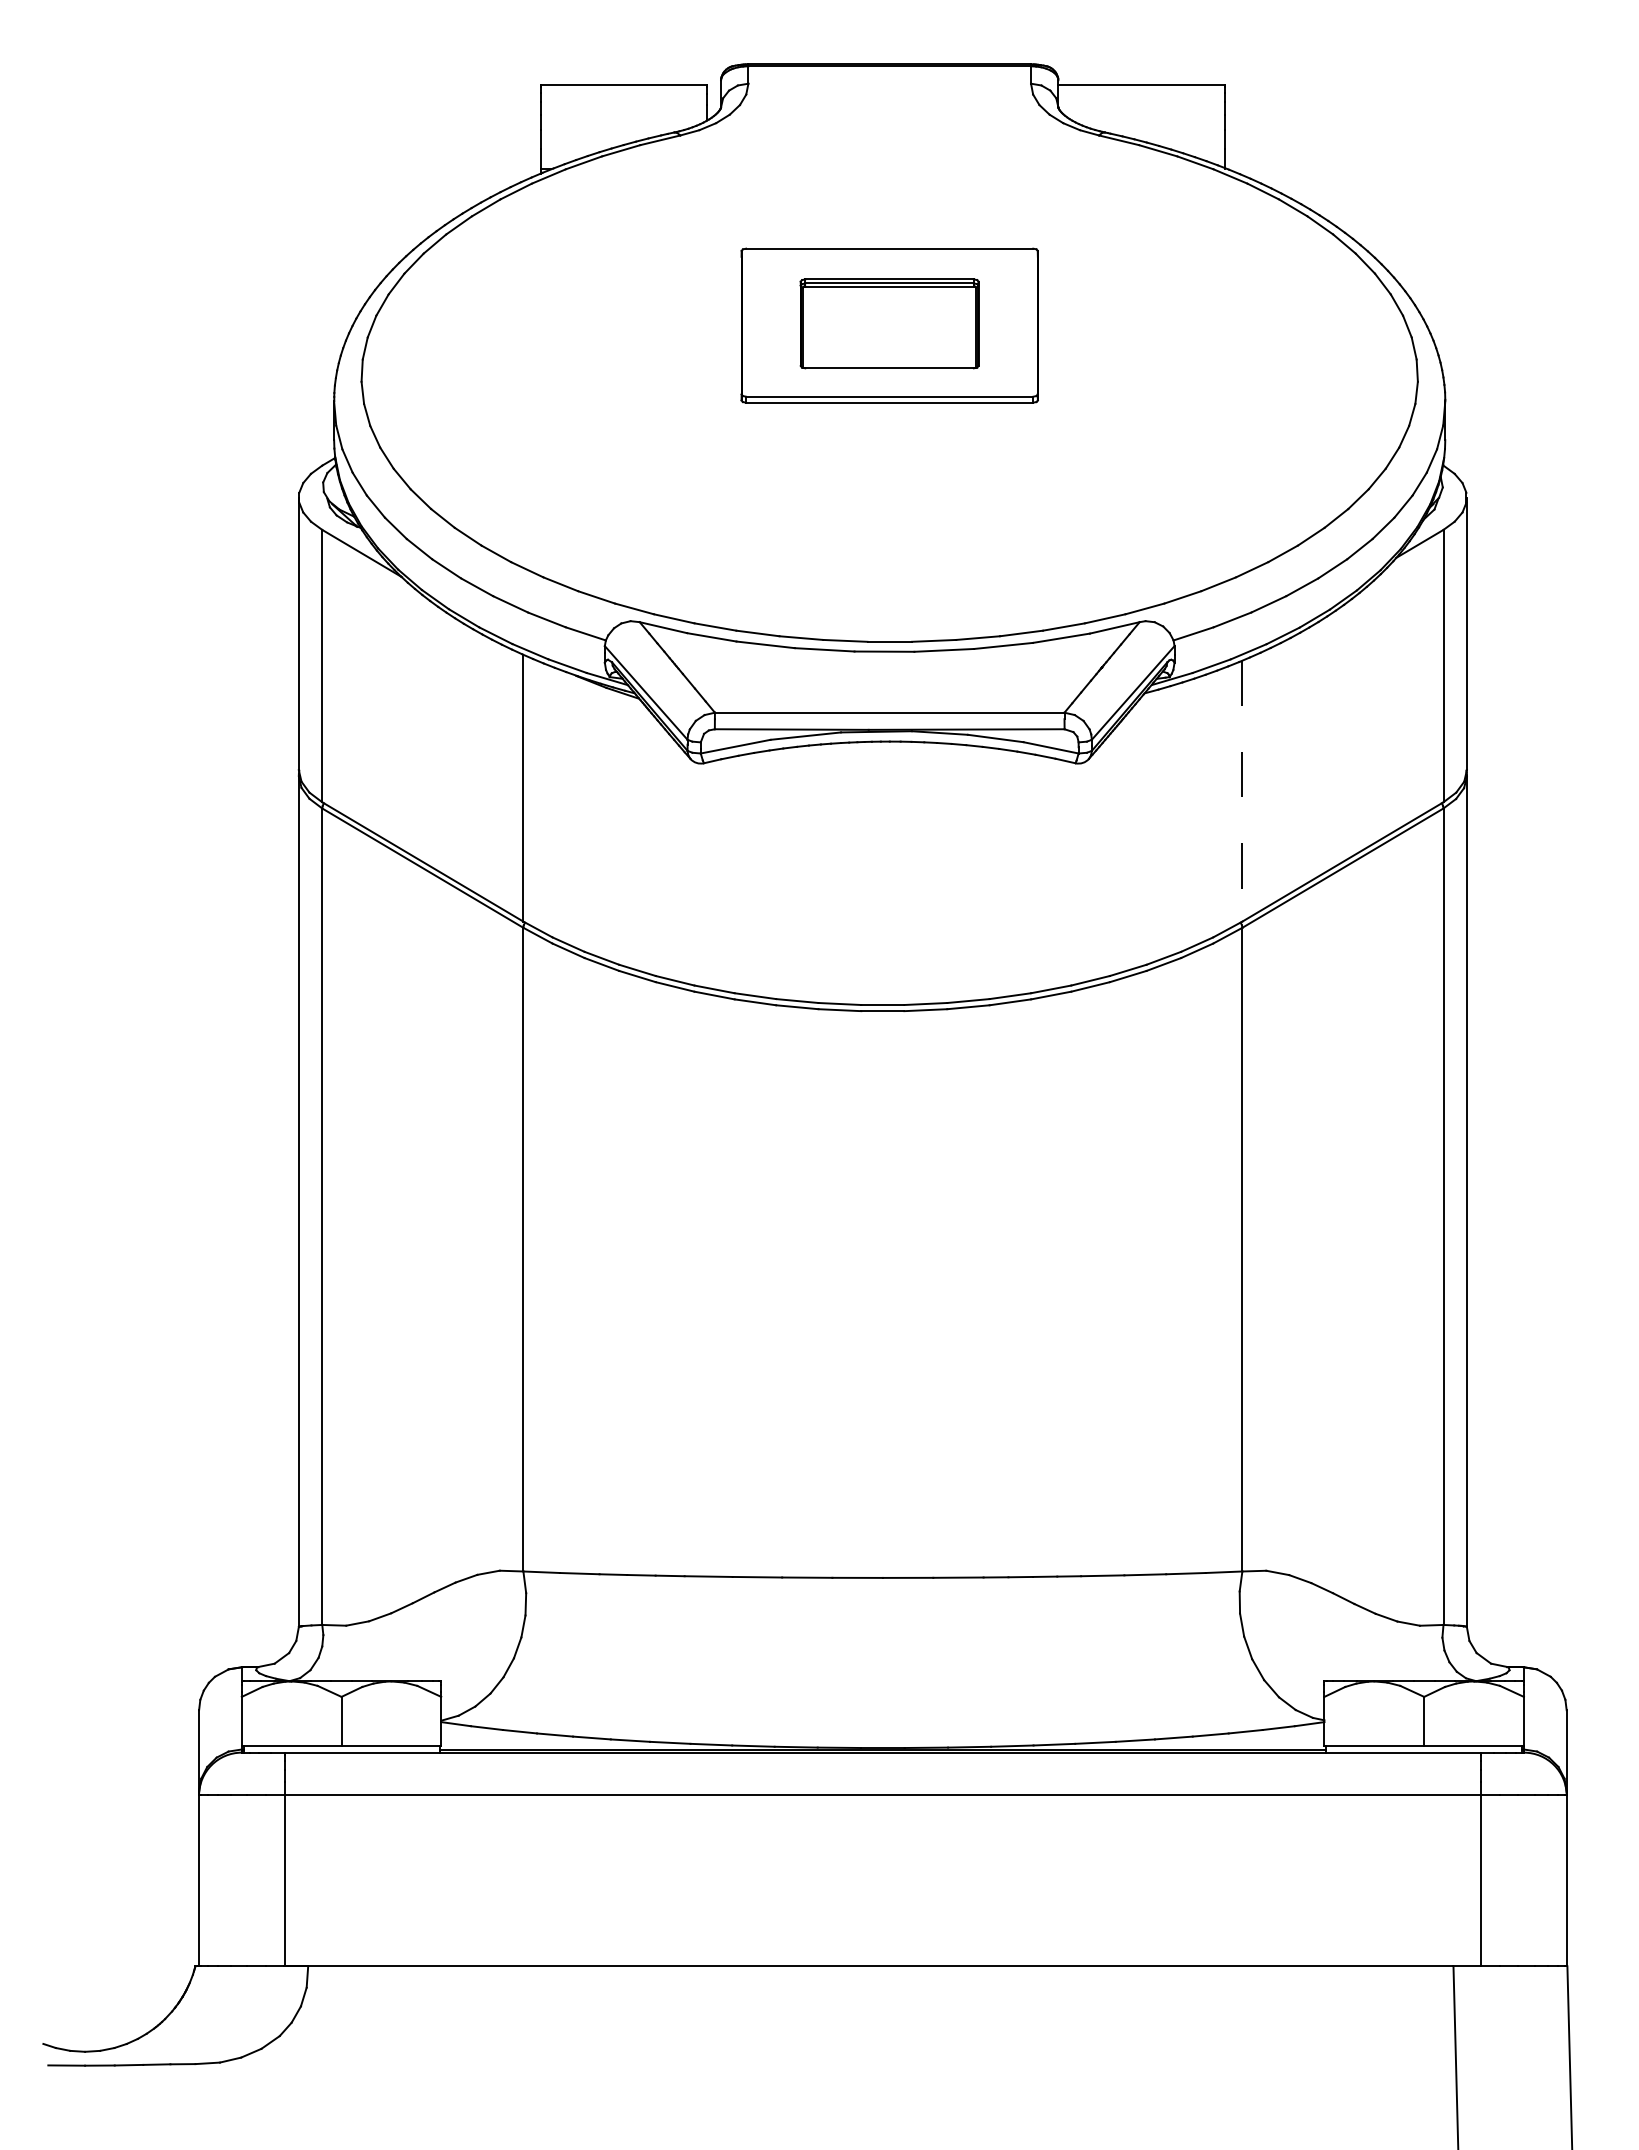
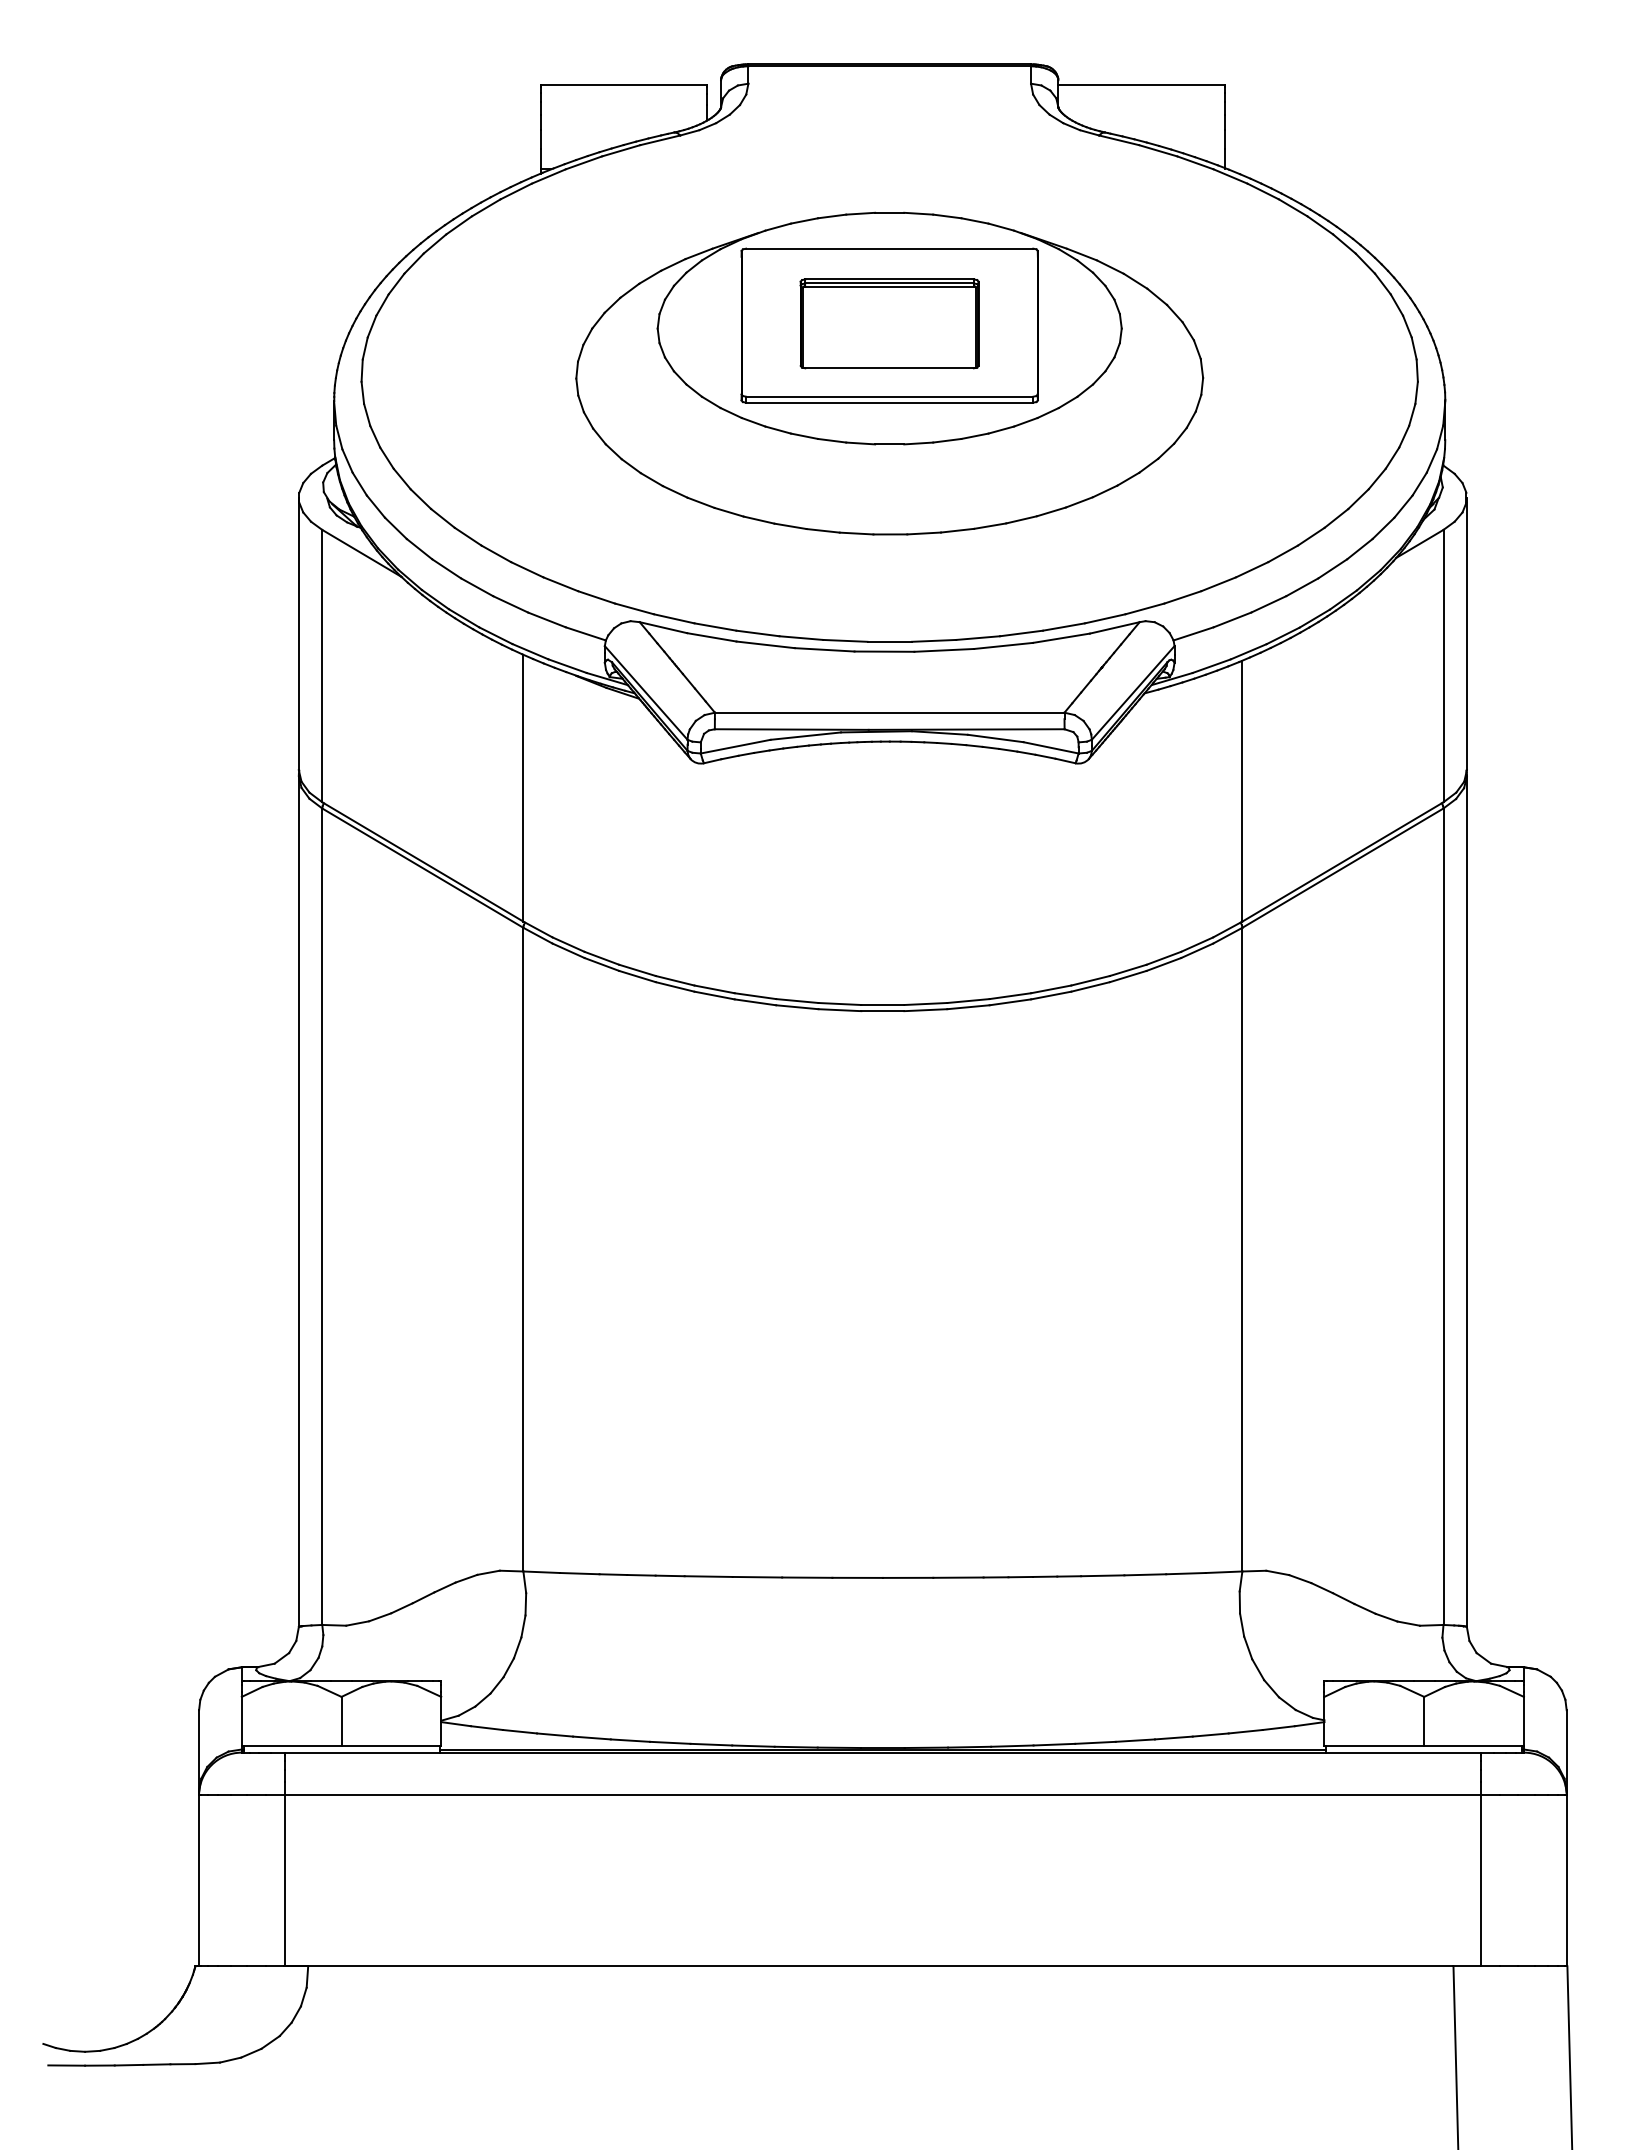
part at (889, 373): none -> present
line at (1242, 791): dashed -> solid
